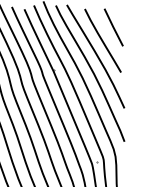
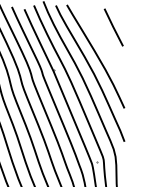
line at (102, 40): present -> none
